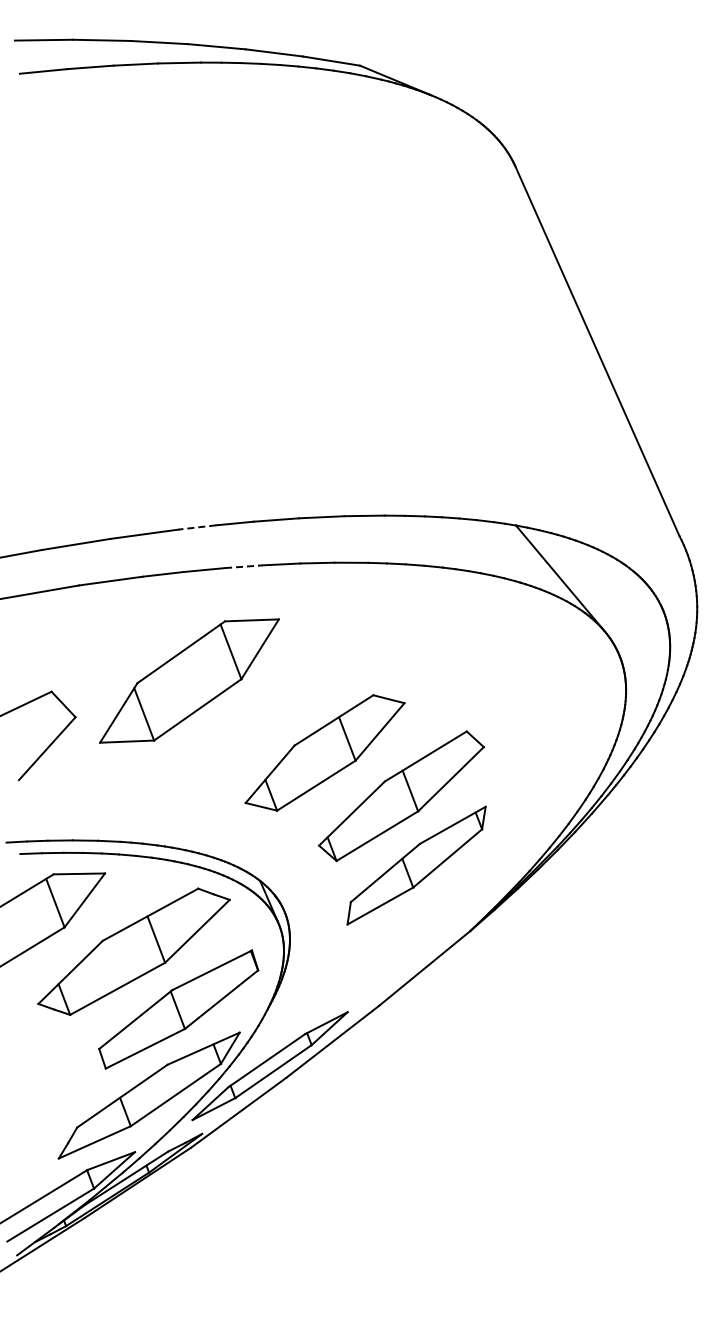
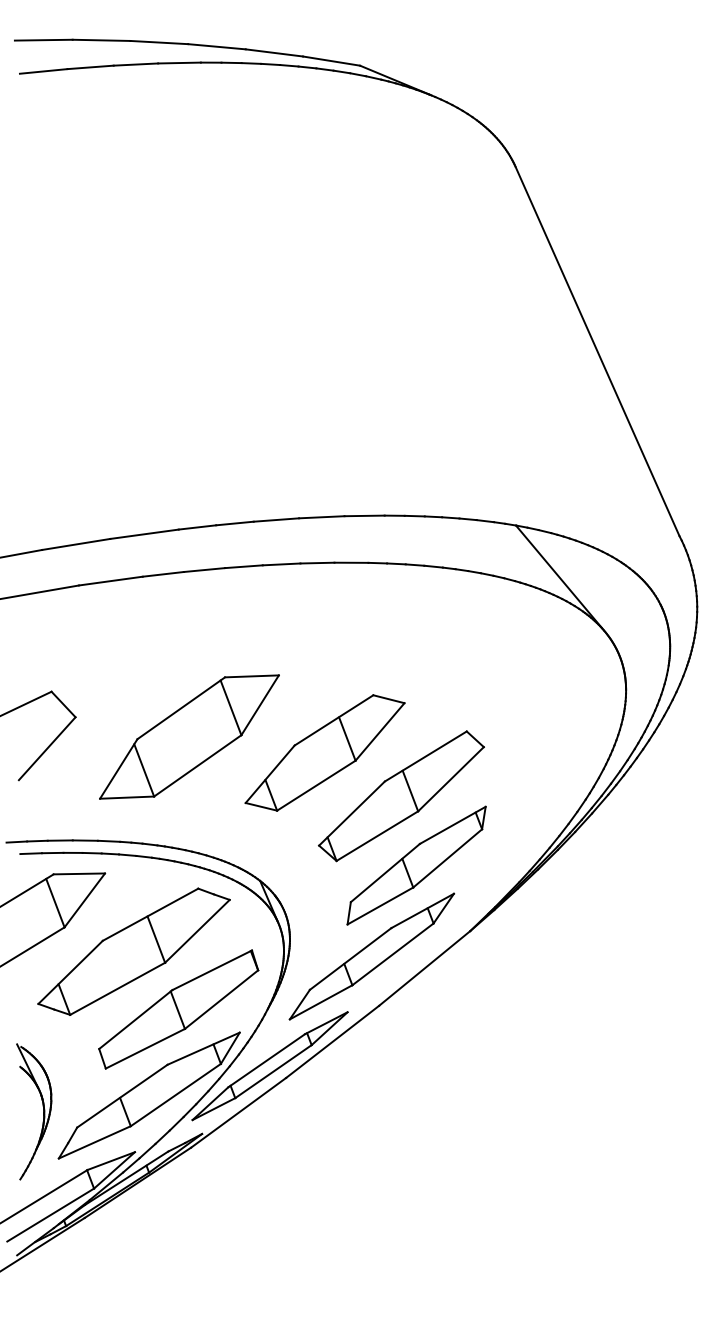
line at (197, 527): dashed -> solid
line at (243, 566): dashed -> solid
part at (189, 680) position: (189, 680) -> (189, 736)
part at (371, 956): none -> present
part at (43, 1111): none -> present
